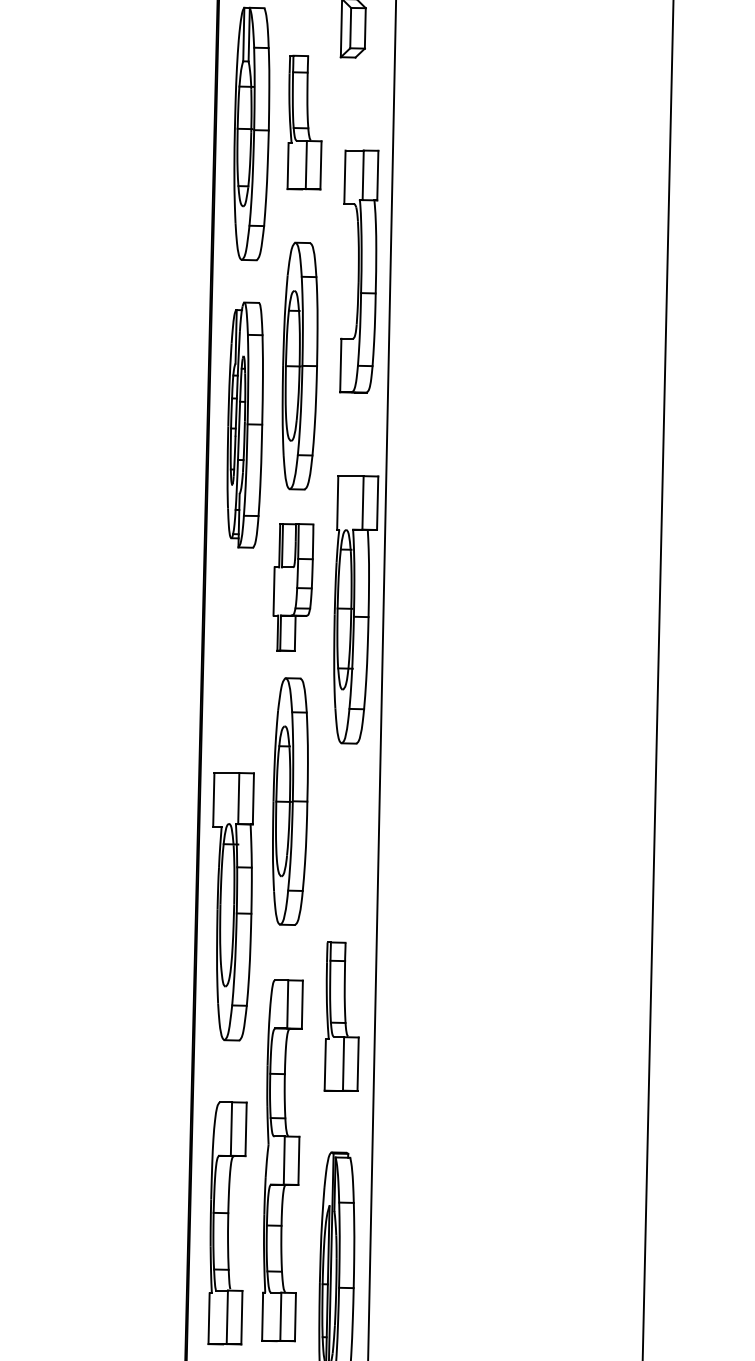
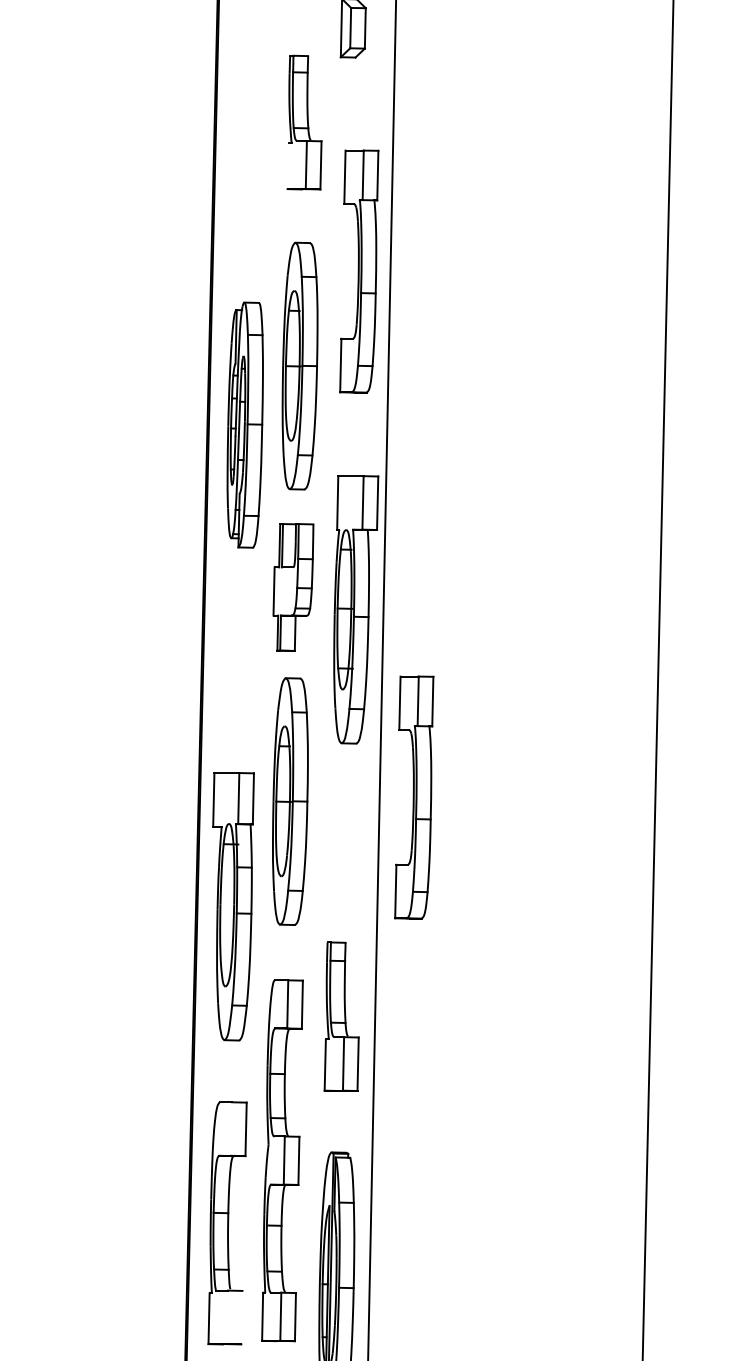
part at (251, 133): present -> none
line at (287, 166): present -> none
part at (414, 797): none -> present
line at (231, 1128): present -> none
line at (226, 1317): present -> none
line at (241, 1317): present -> none
